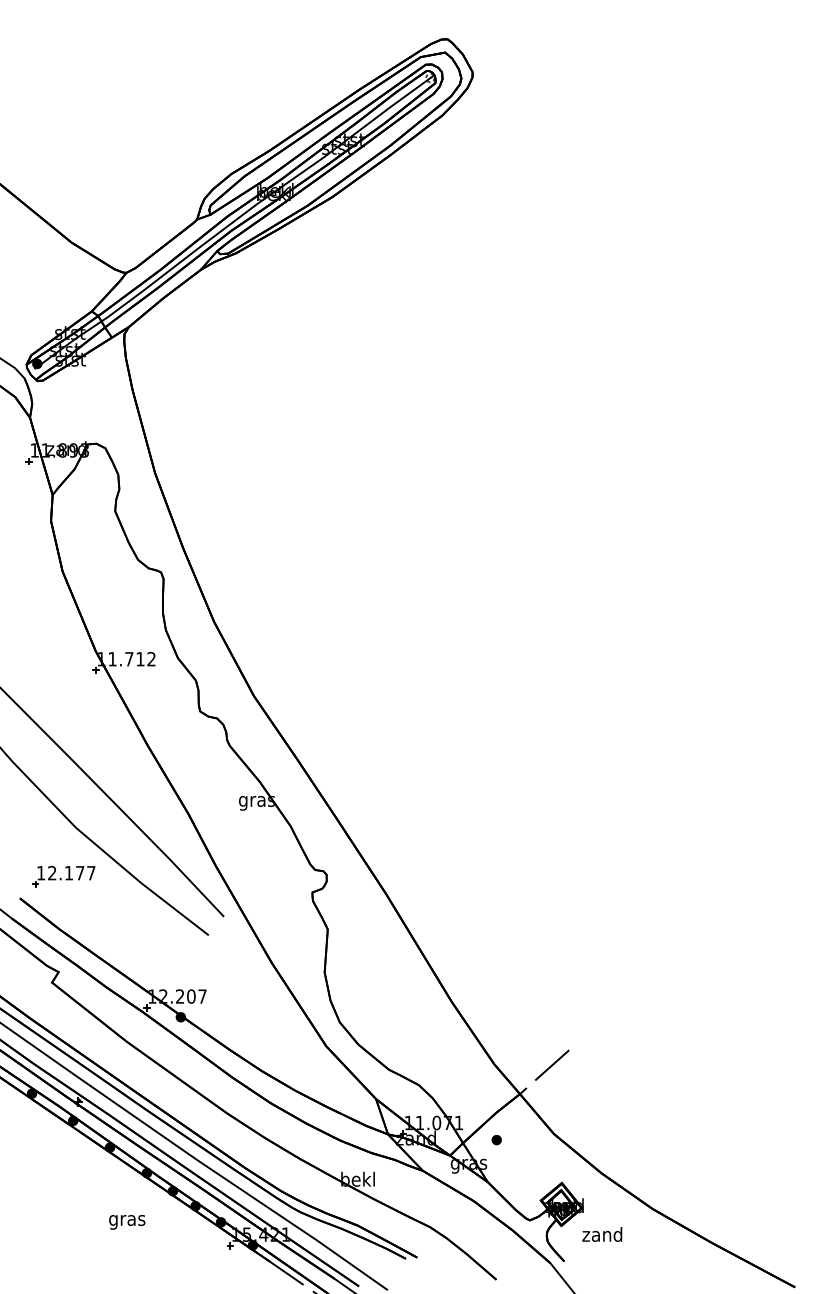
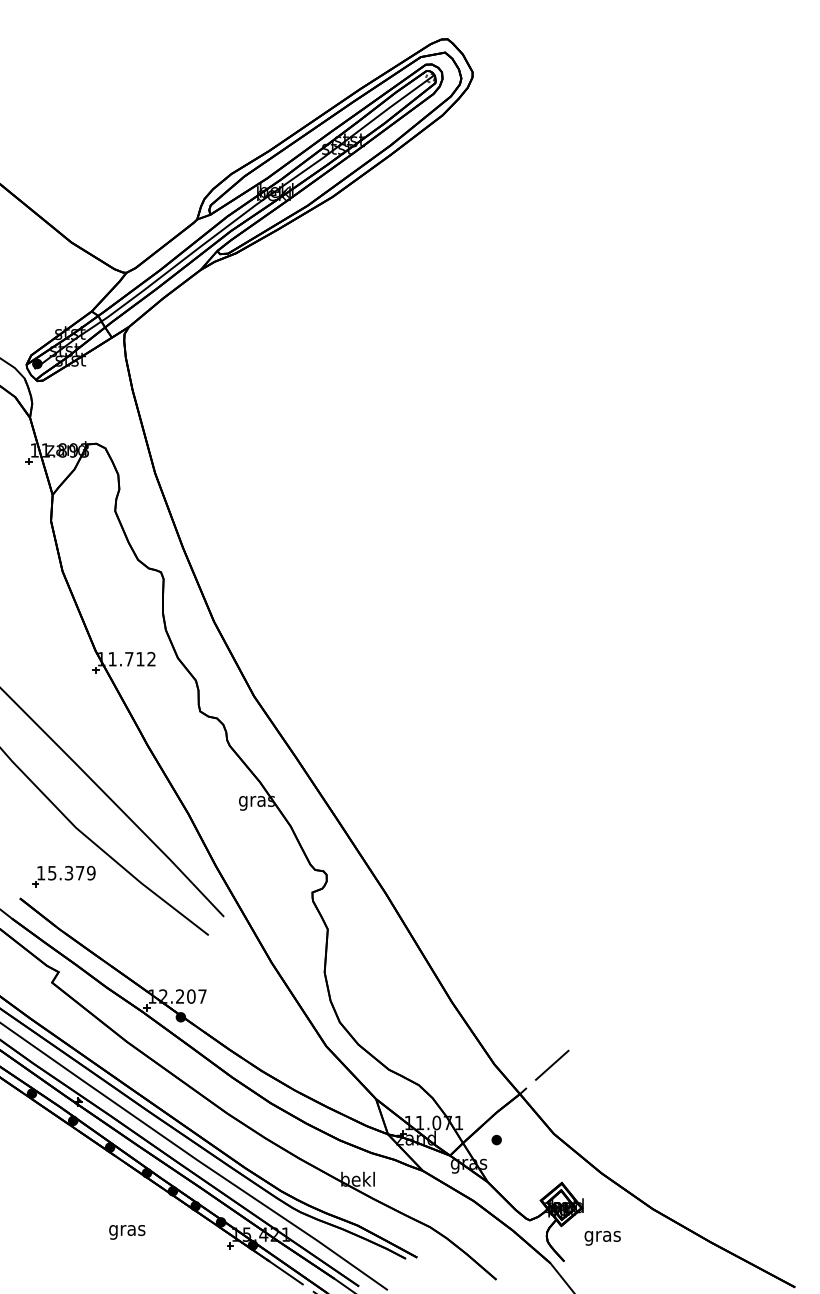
text at (71, 872): 12.177 -> 15.379
text at (127, 1222) position: (127, 1222) -> (127, 1232)
text at (602, 1236): zand -> gras
